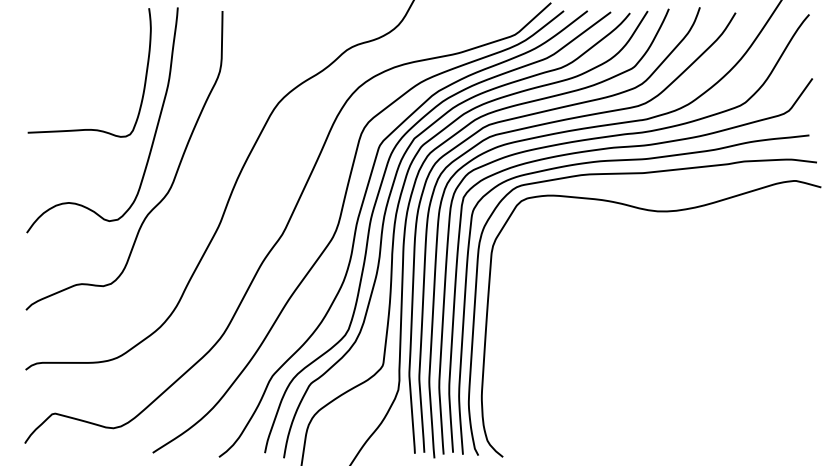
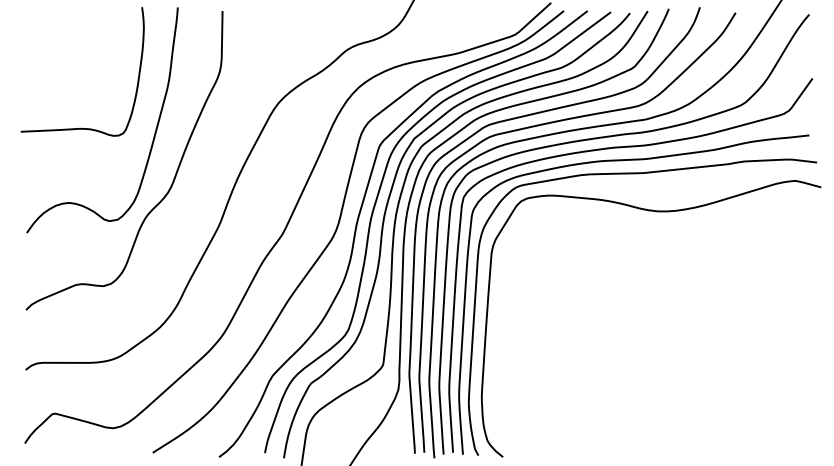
curve at (144, 79) position: (144, 79) -> (137, 78)
